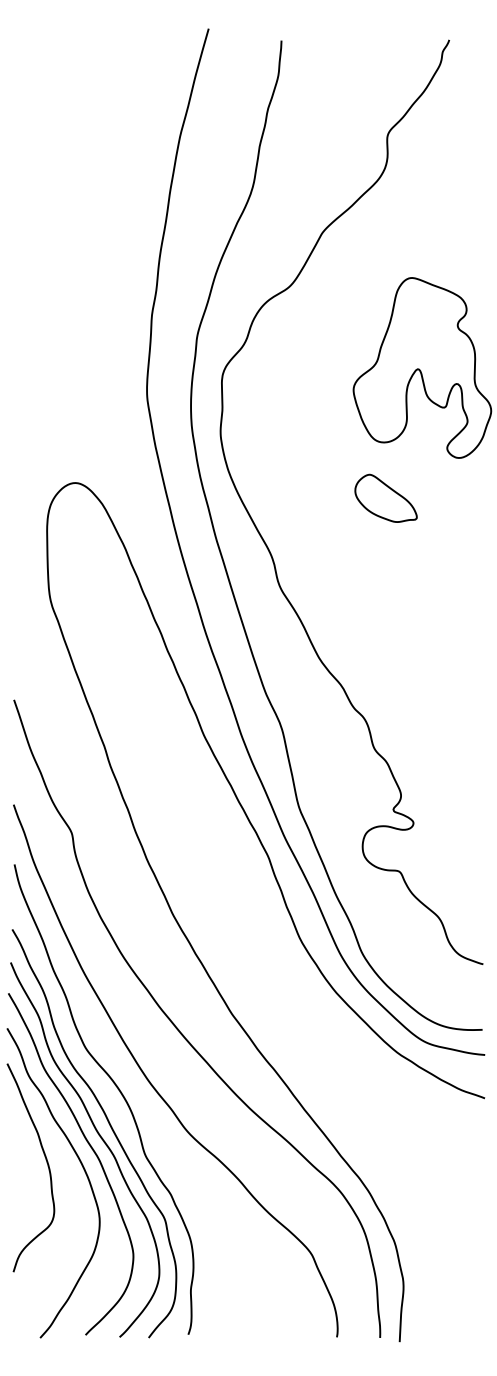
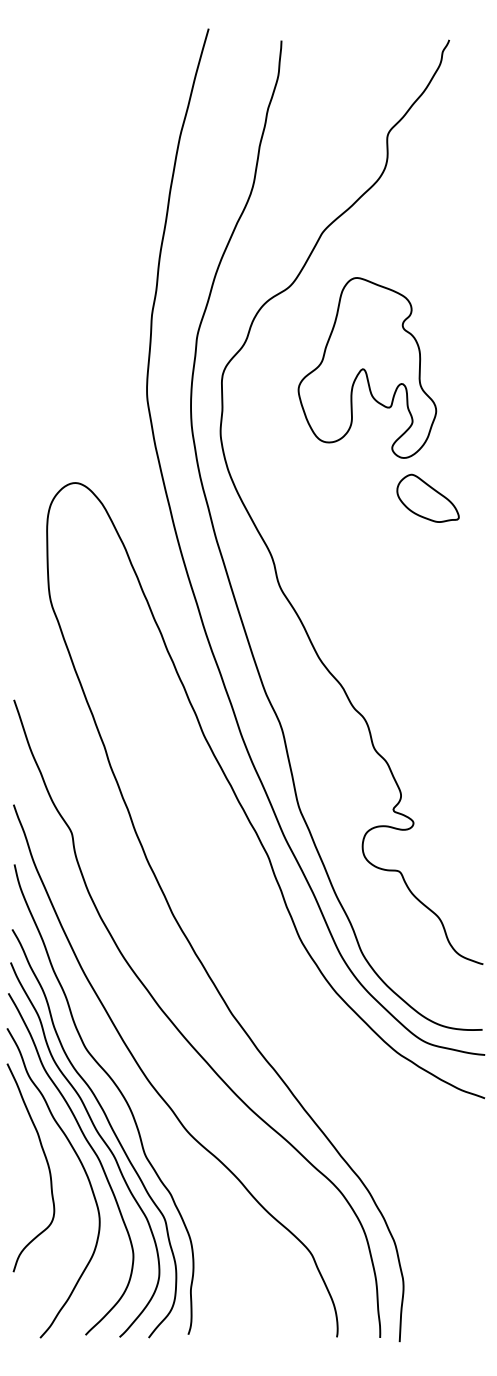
part at (422, 367) position: (422, 367) -> (367, 367)
part at (385, 497) position: (385, 497) -> (427, 497)
